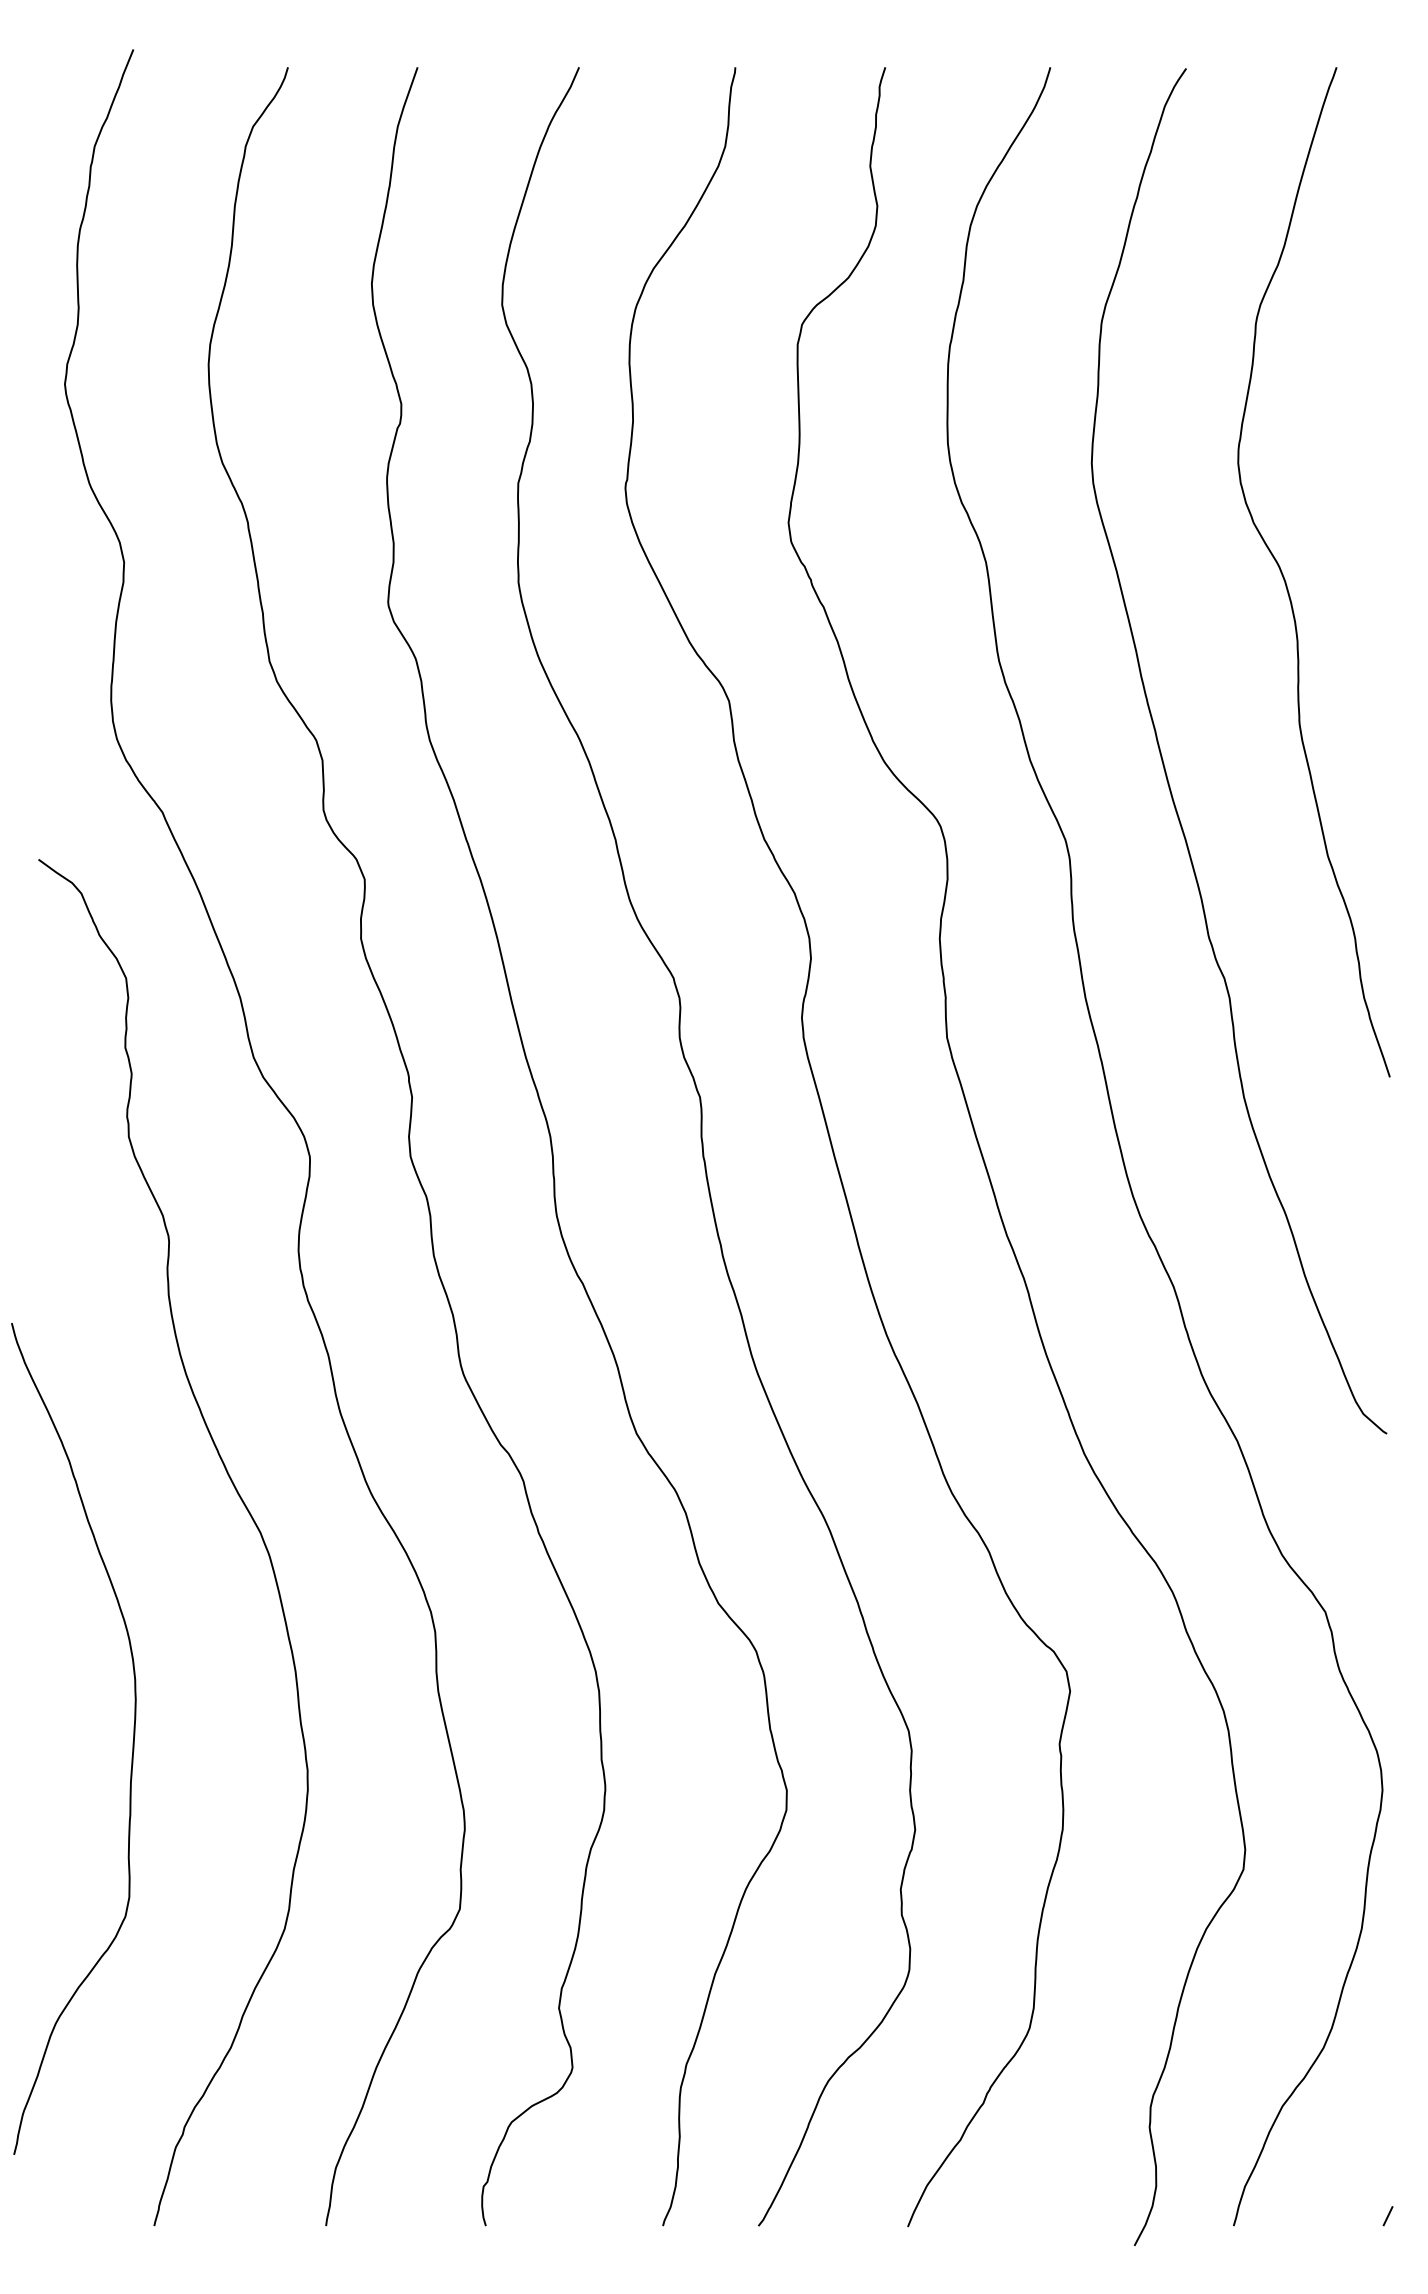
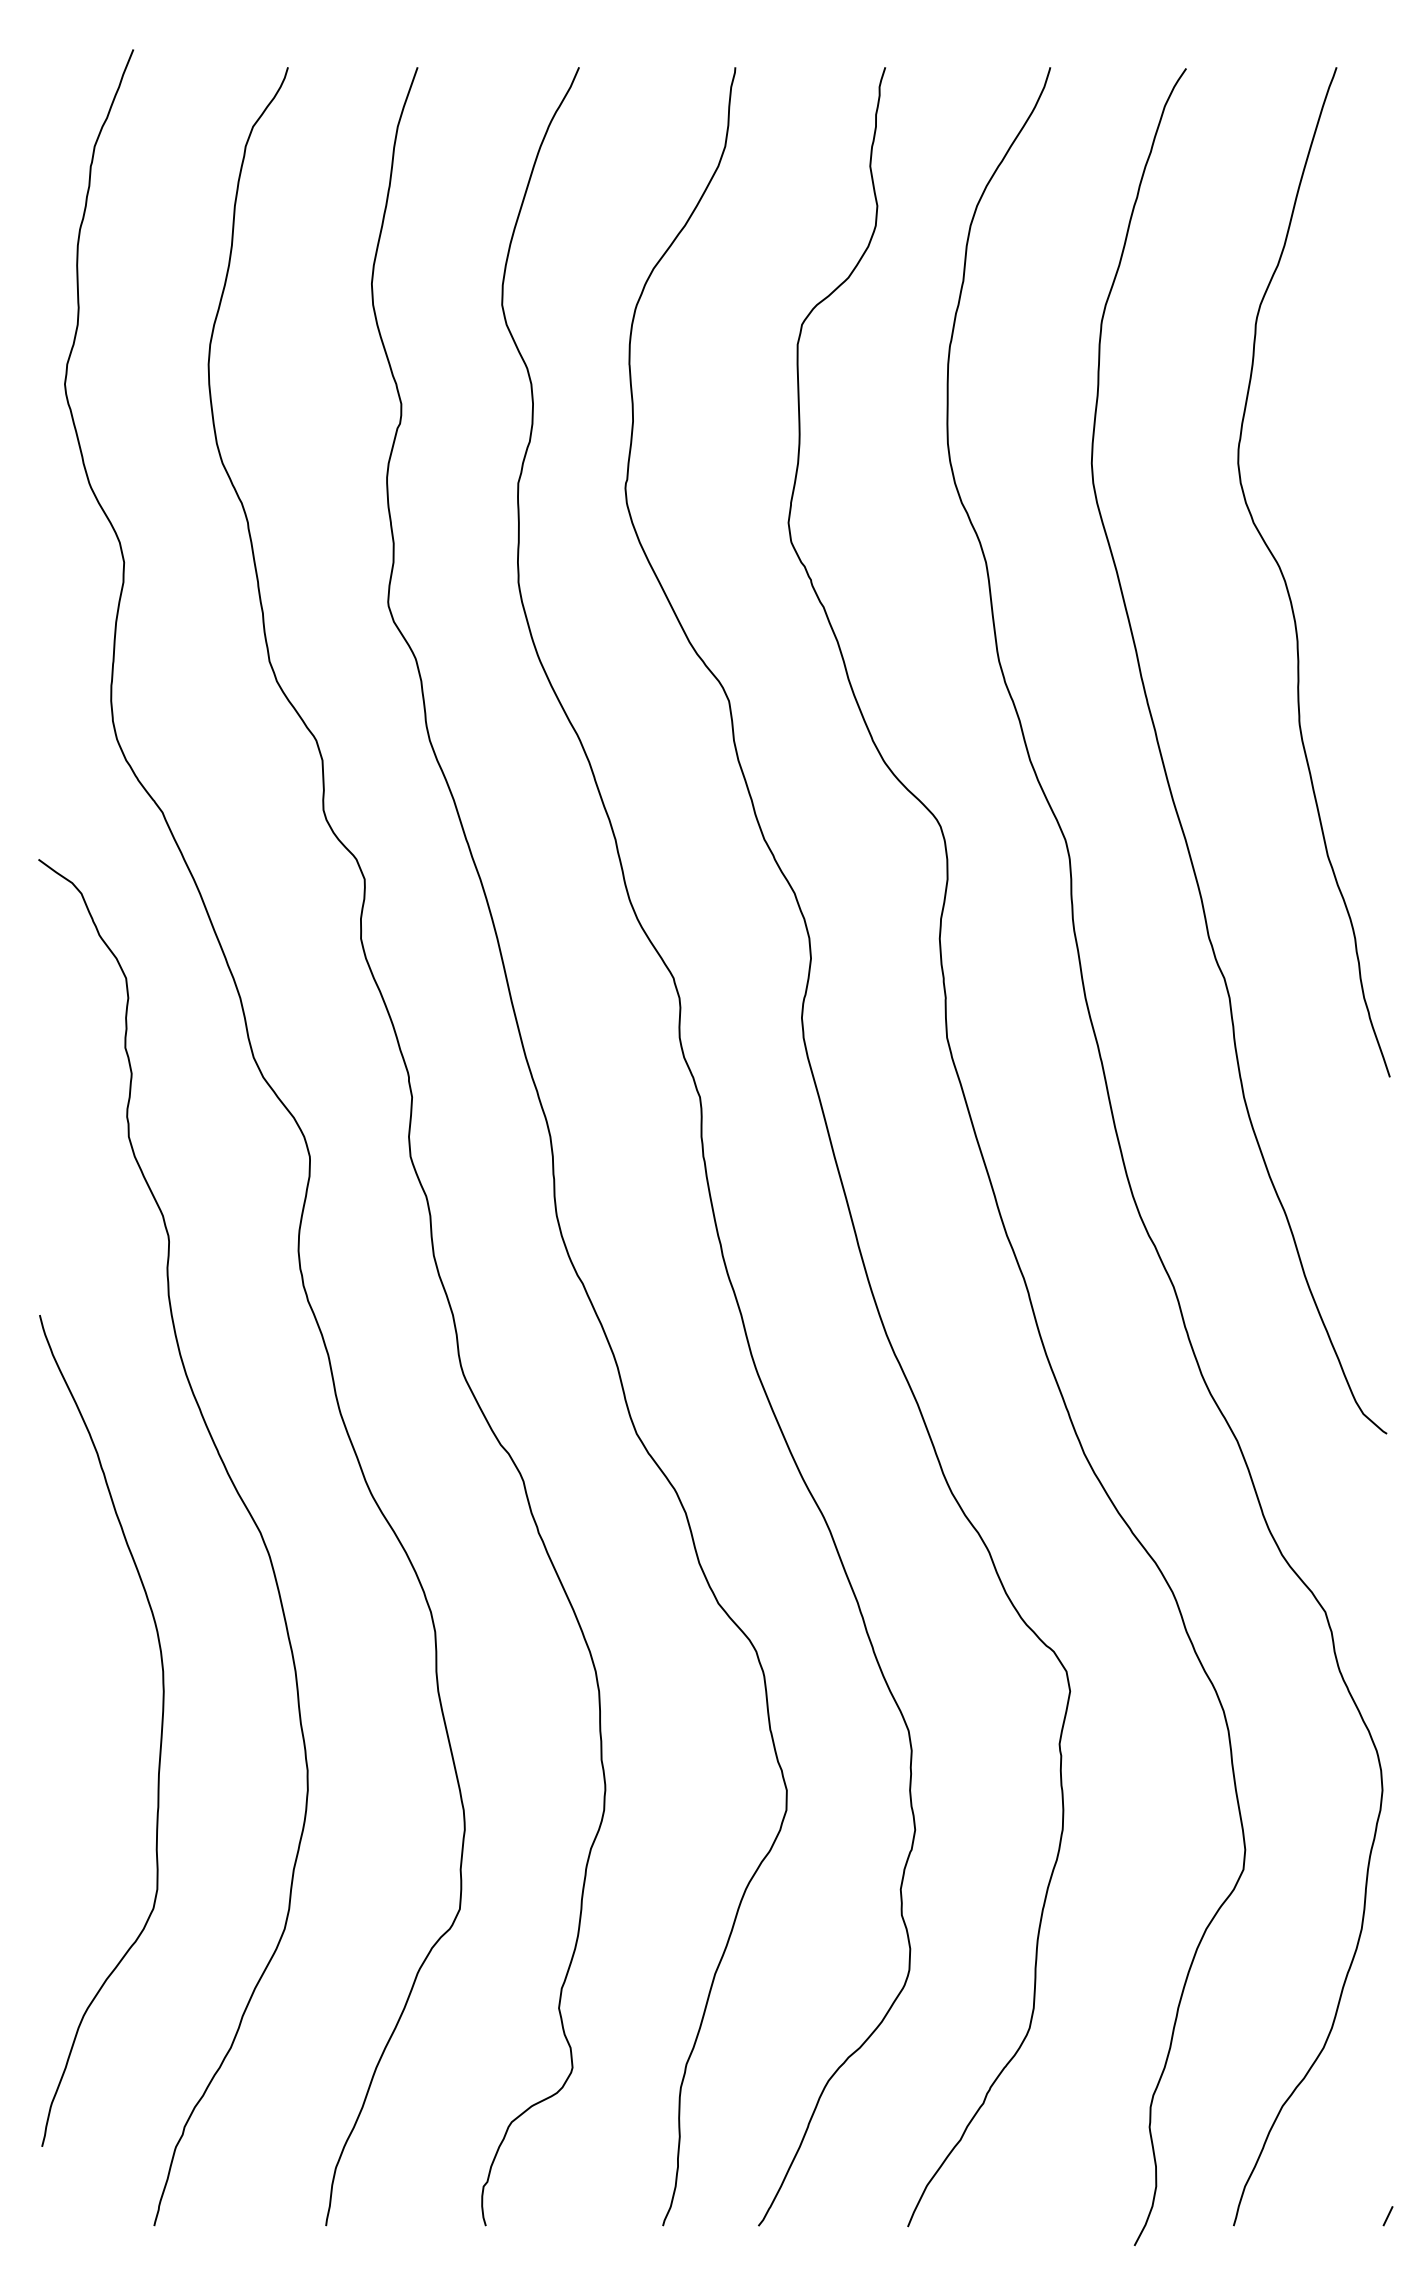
curve at (132, 1742) position: (132, 1742) -> (160, 1734)
